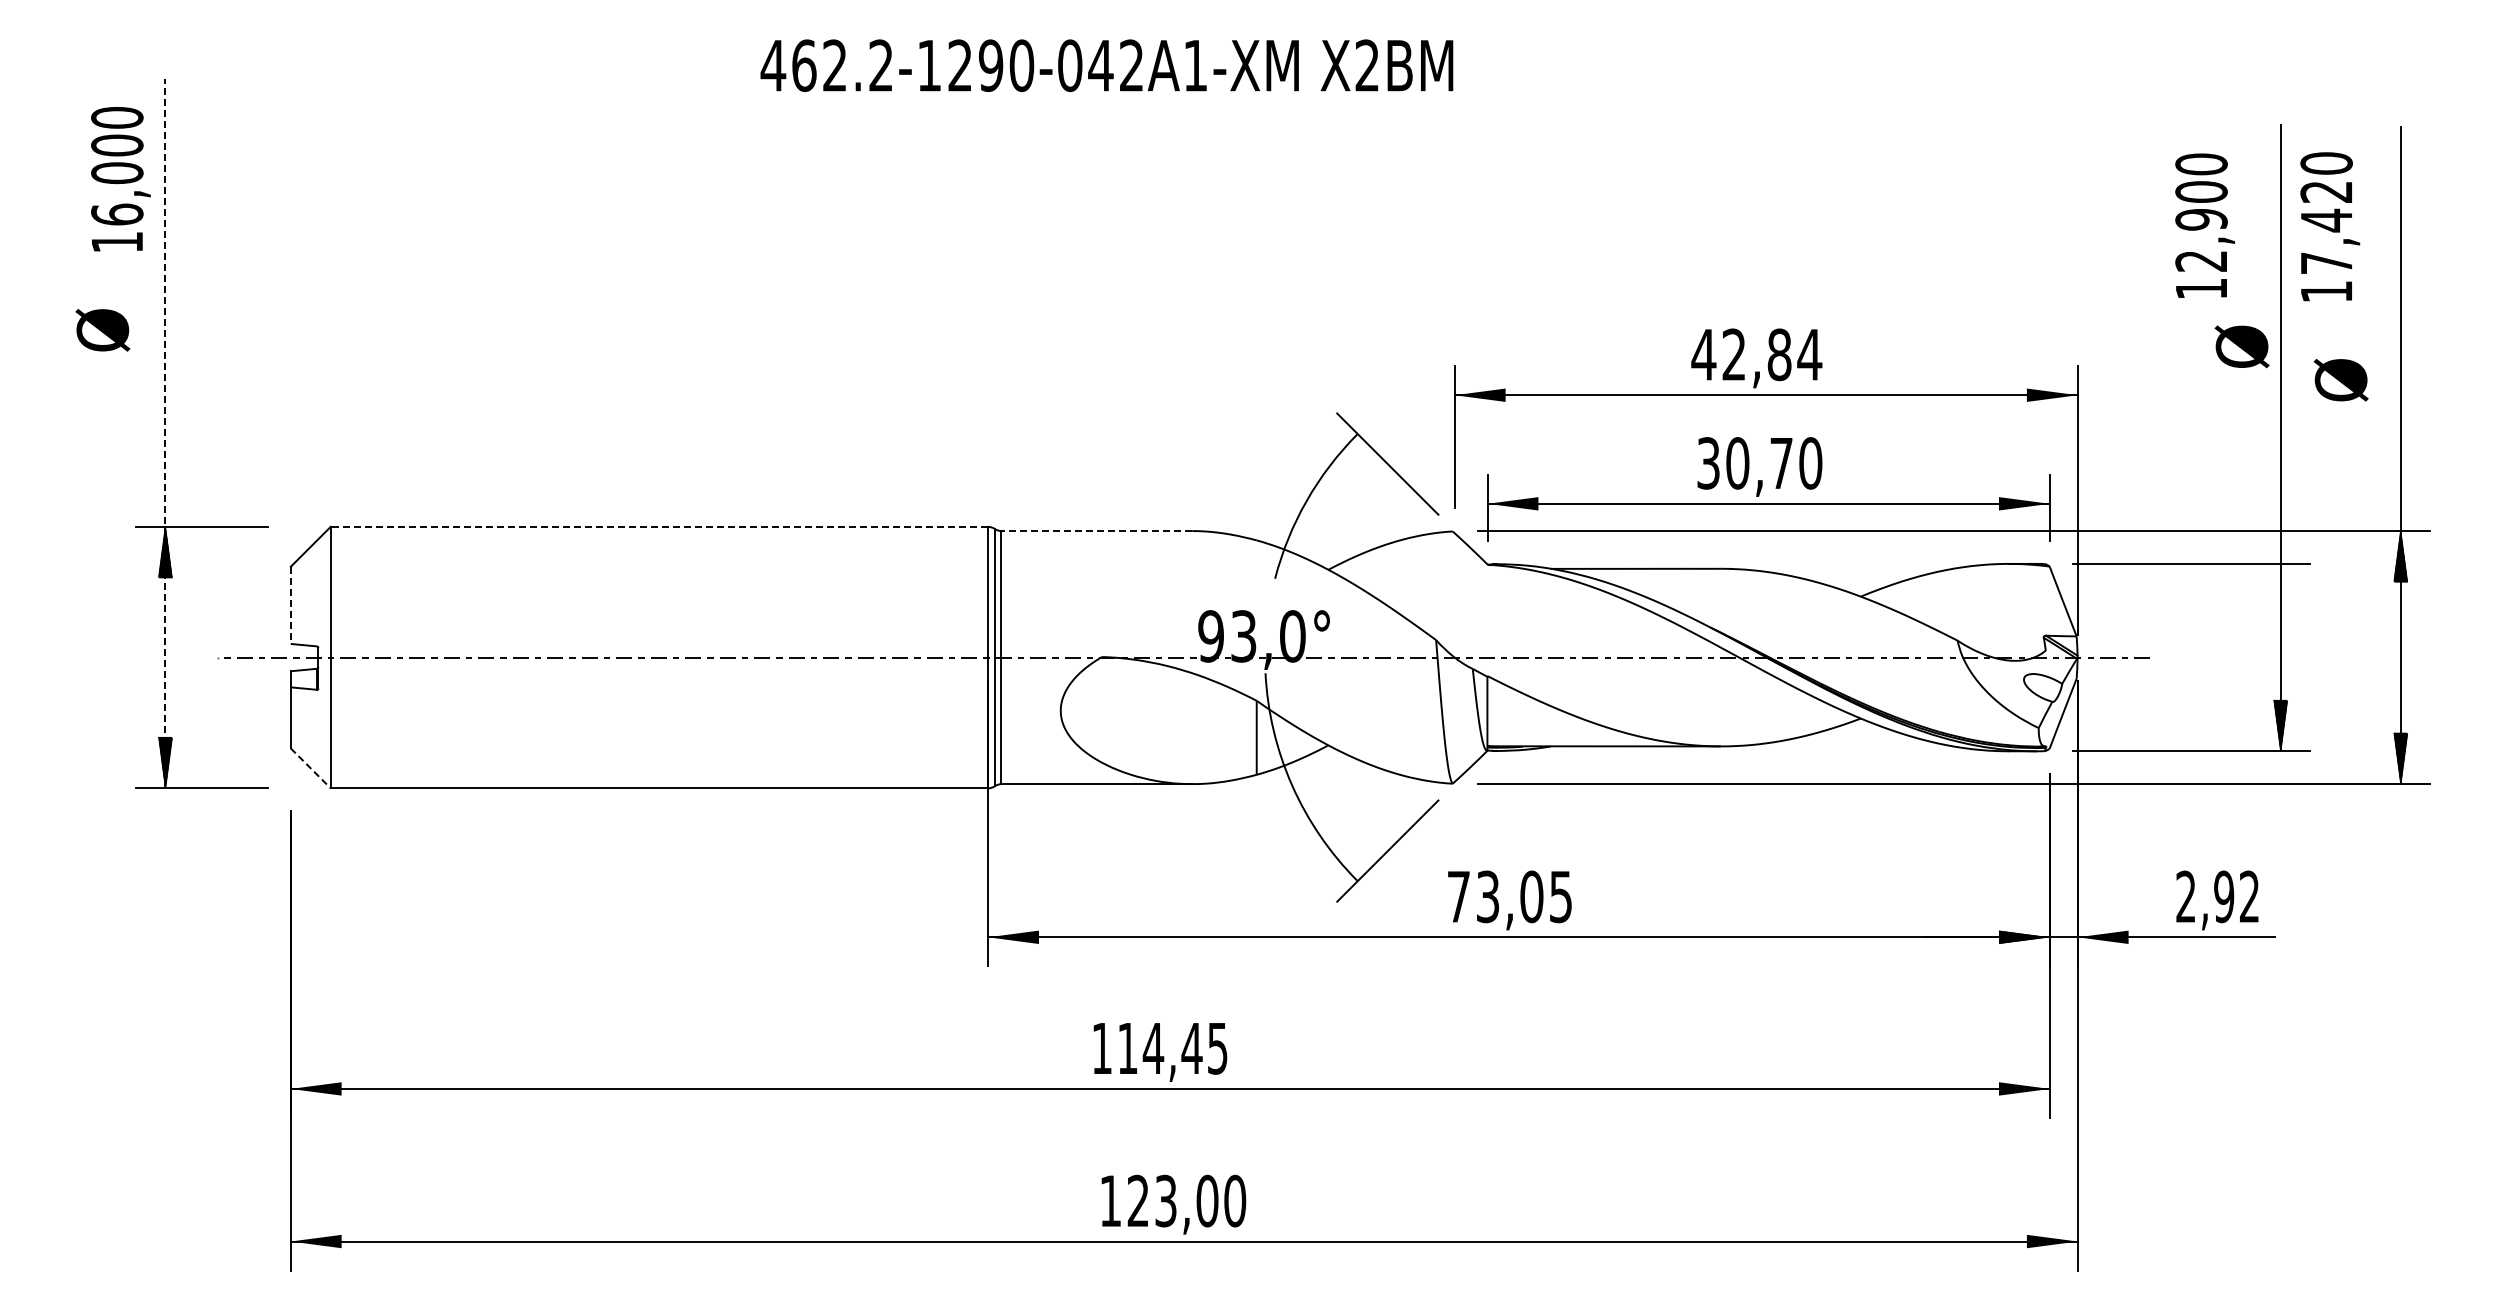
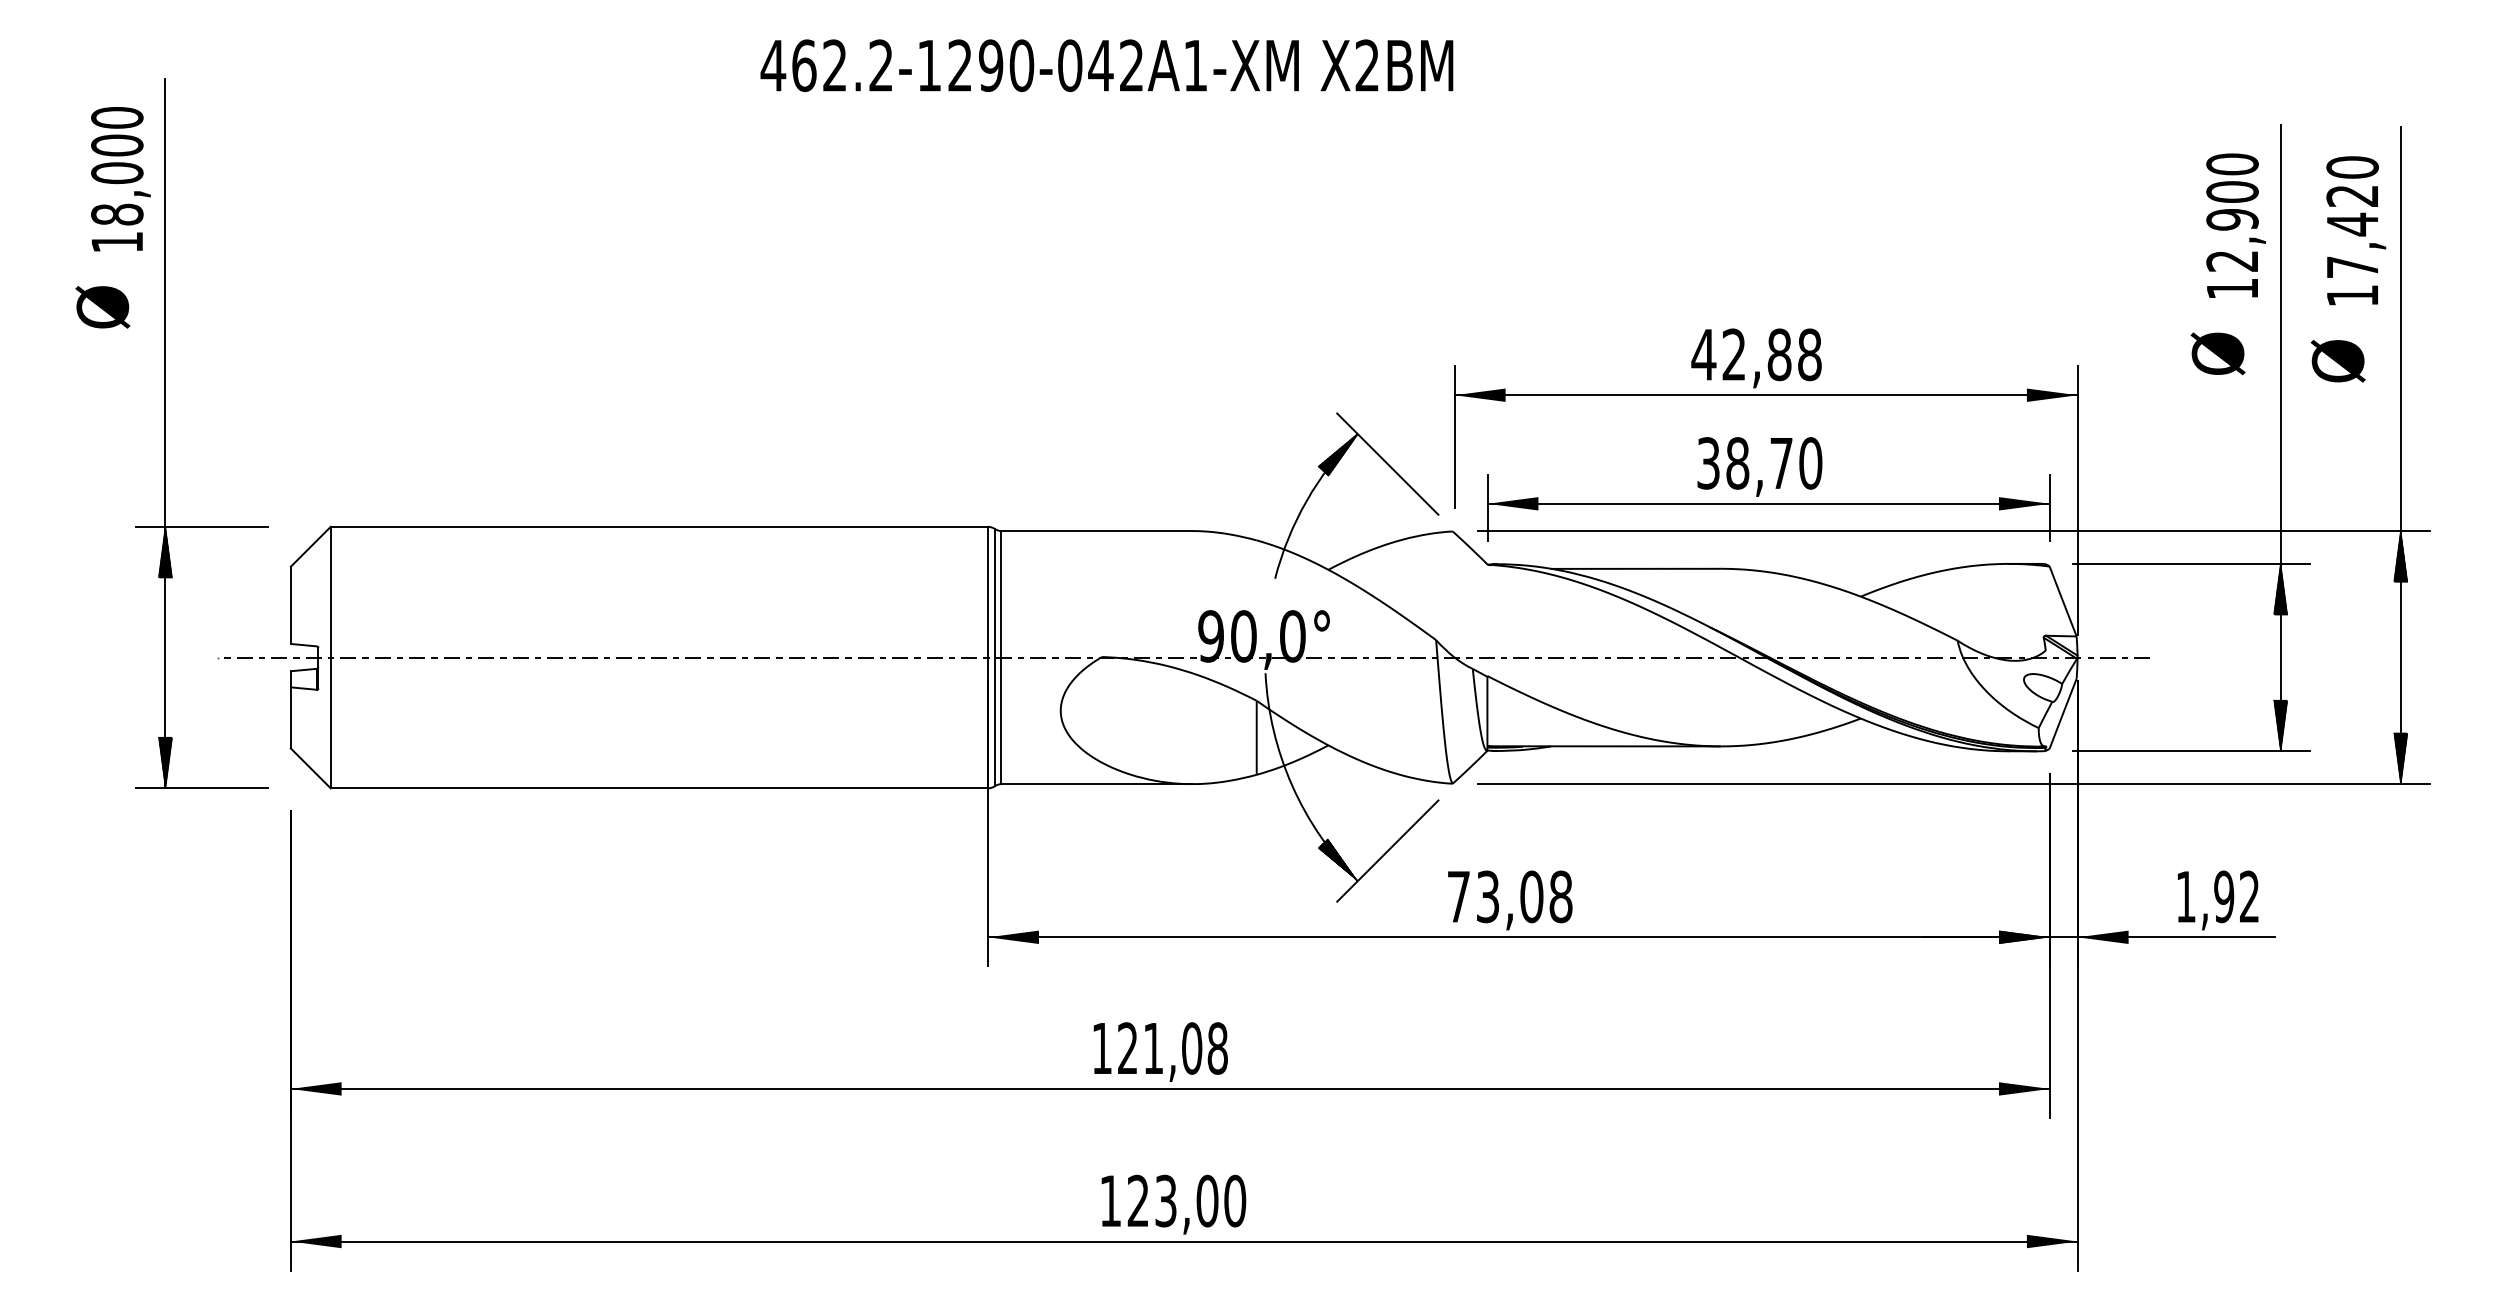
text at (117, 214): 16,000 -> 18,000
text at (2204, 225) position: (2204, 225) -> (2235, 225)
text at (2330, 226) position: (2330, 226) -> (2356, 230)
text at (102, 330) position: (102, 330) -> (102, 307)
text at (2241, 346) position: (2241, 346) -> (2217, 353)
text at (1809, 354): 42,84 -> 42,88
text at (2340, 380) position: (2340, 380) -> (2337, 361)
line at (165, 433): dashed -> solid
hatch at (1337, 454): none -> present
text at (1737, 463): 30,70 -> 38,70
line at (659, 526): dashed -> solid
line at (1096, 531): dashed -> solid
hatch at (2280, 589): none -> present
line at (290, 605): dashed -> solid
text at (1243, 636): 93,0° -> 90,0°
line at (311, 768): dashed -> solid
hatch at (1337, 860): none -> present
text at (1560, 896): 73,05 -> 73,08
text at (2185, 896): 2,92 -> 1,92
text at (1172, 1048): 114,45 -> 121,08
